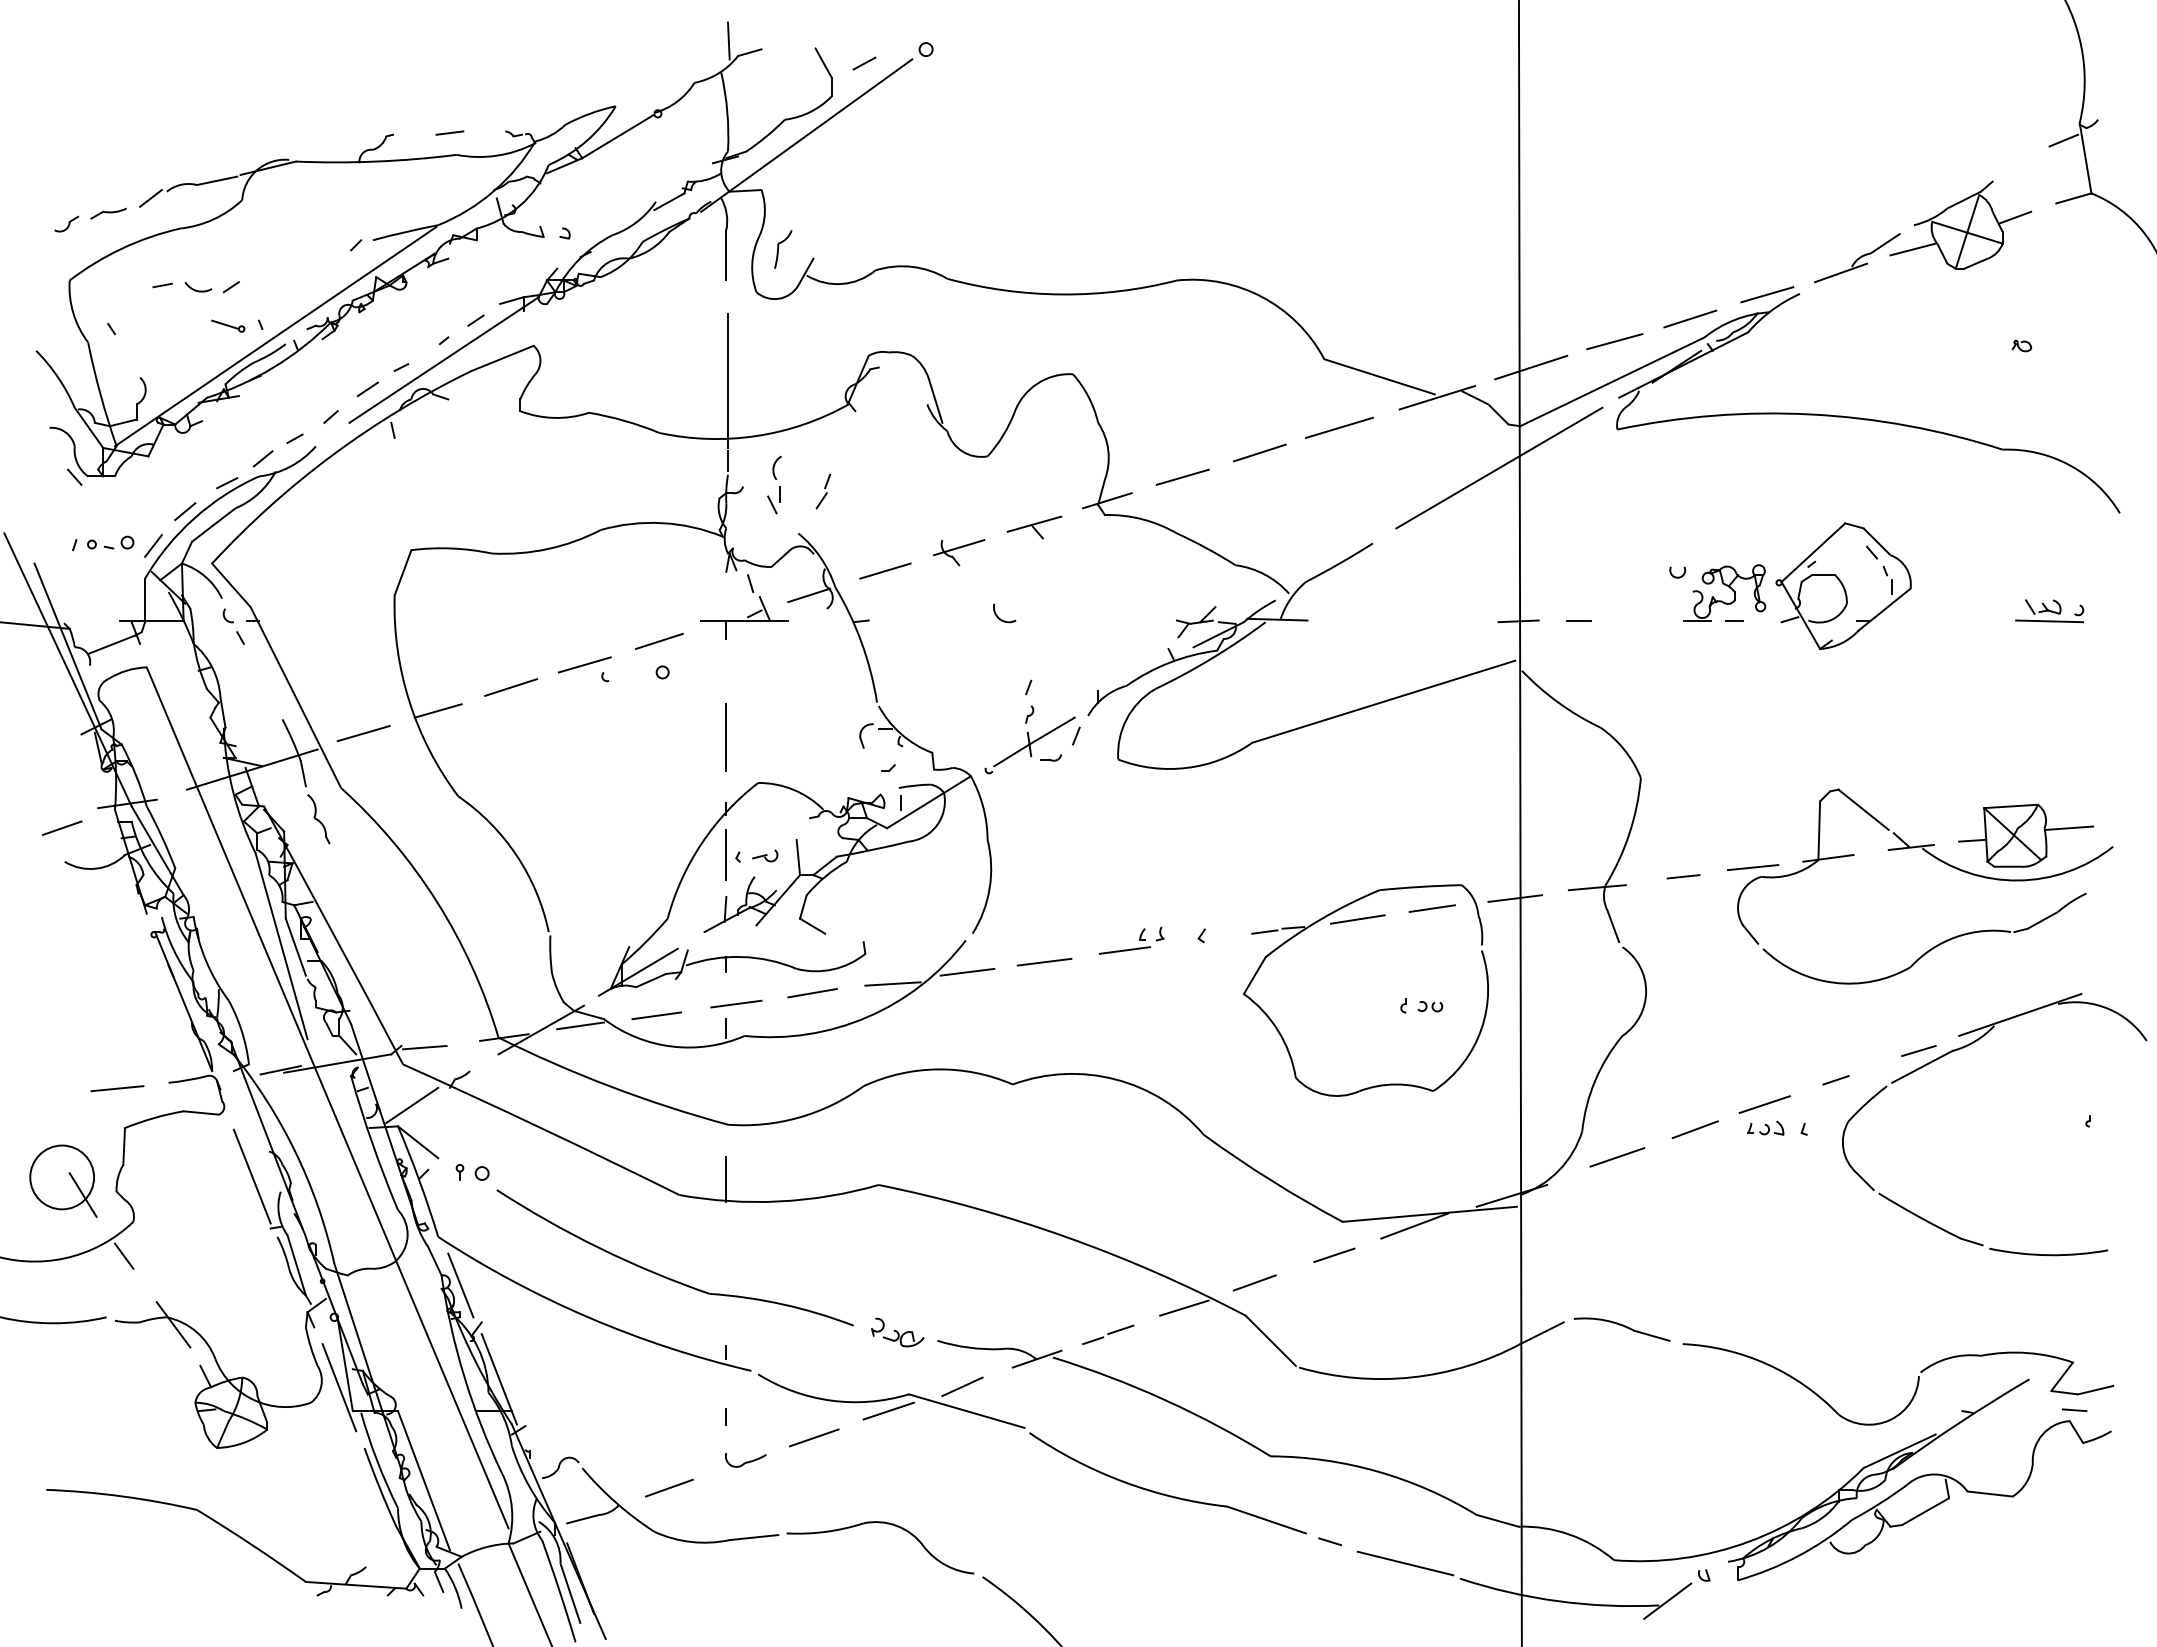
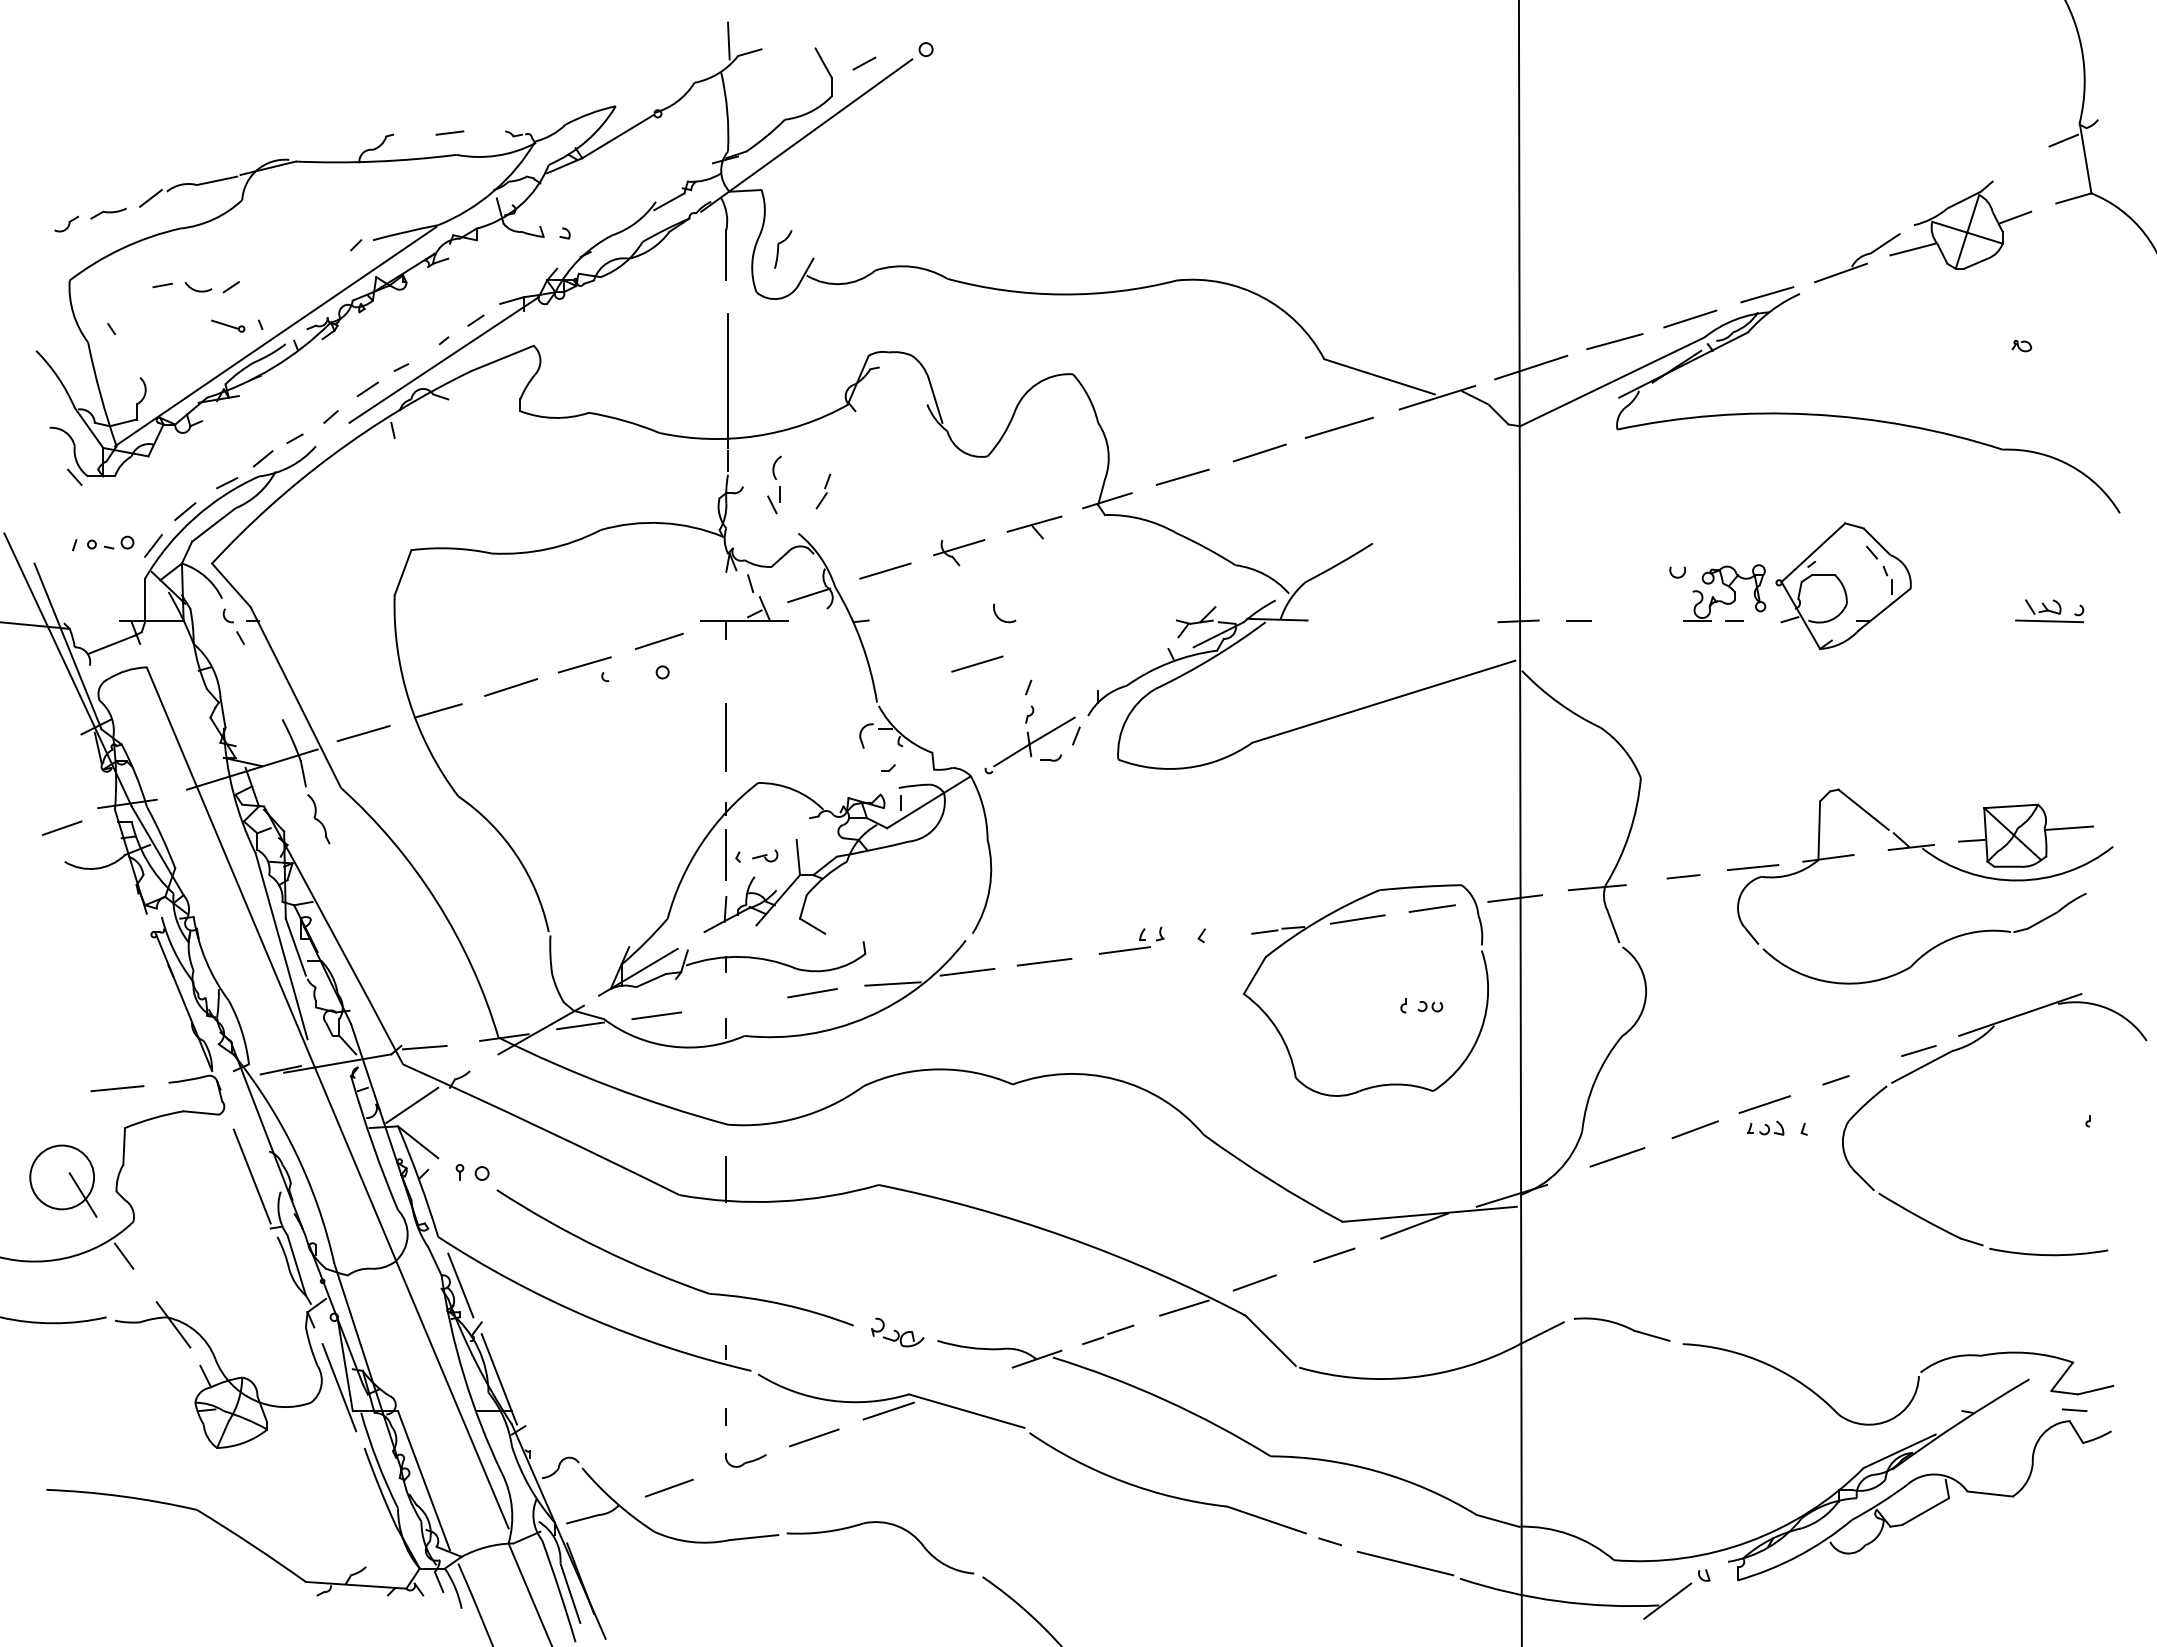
line at (1499, 467): present -> none
line at (977, 663): none -> present
line at (736, 1003): present -> none
line at (962, 1386): present -> none
